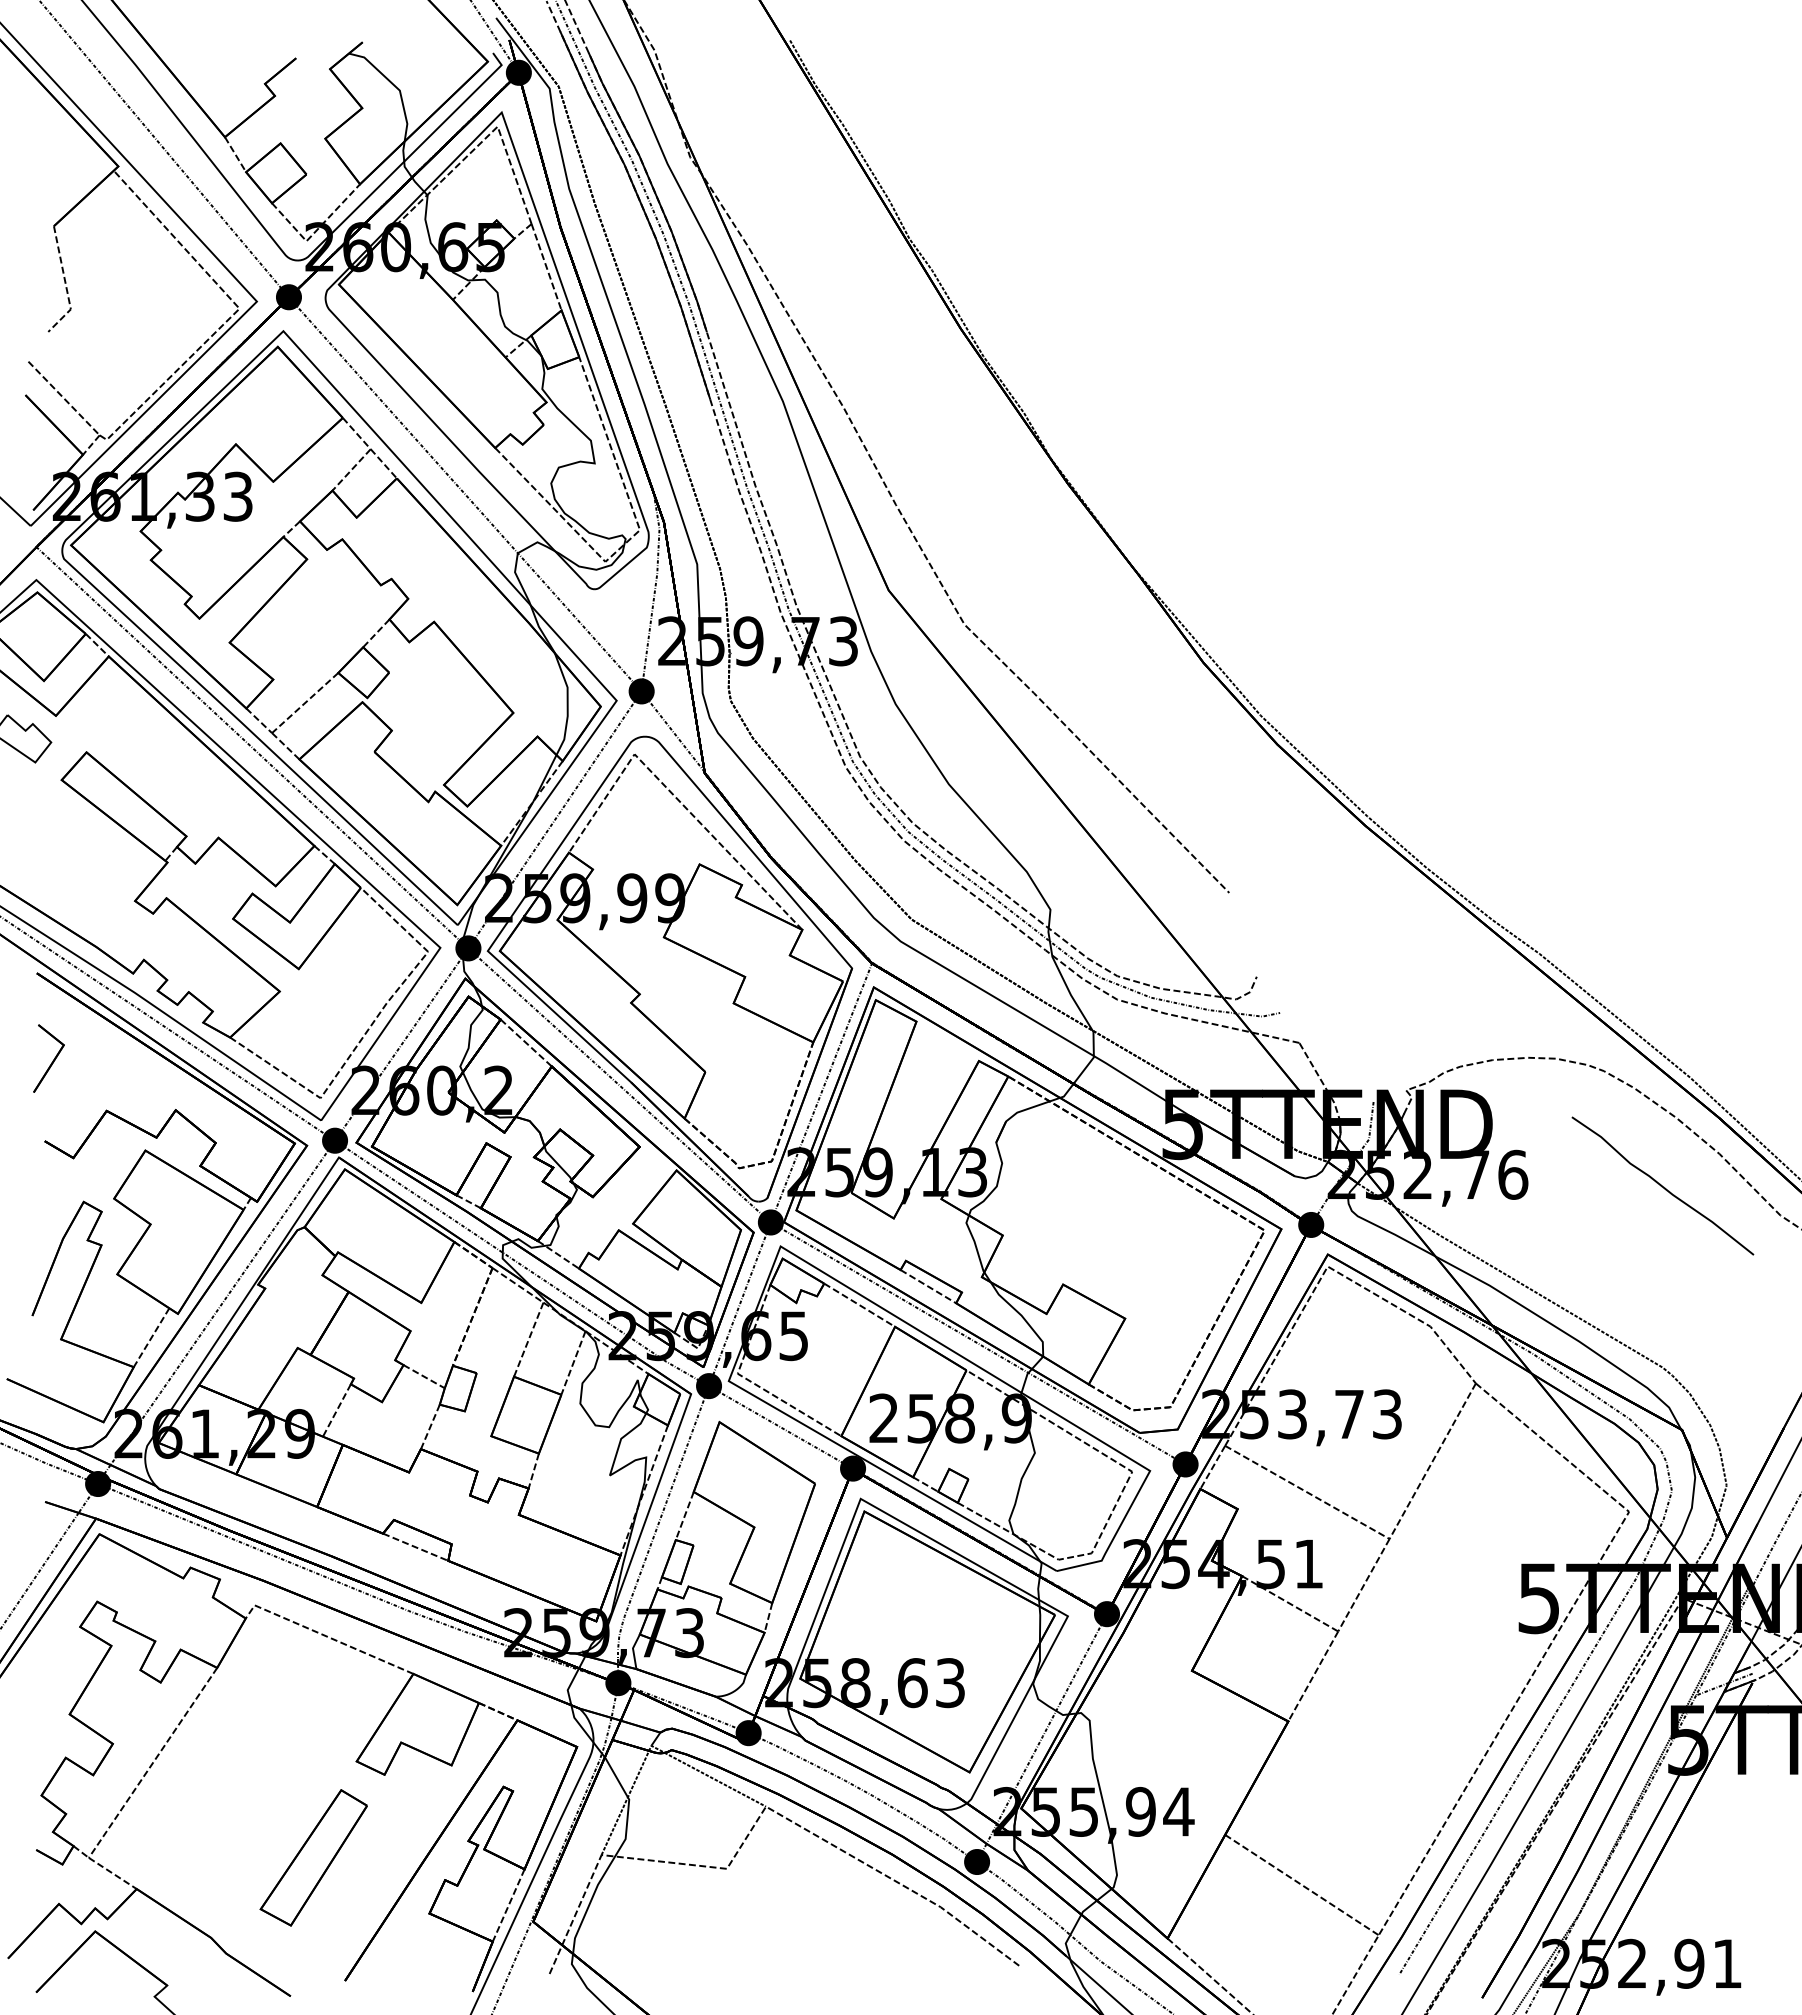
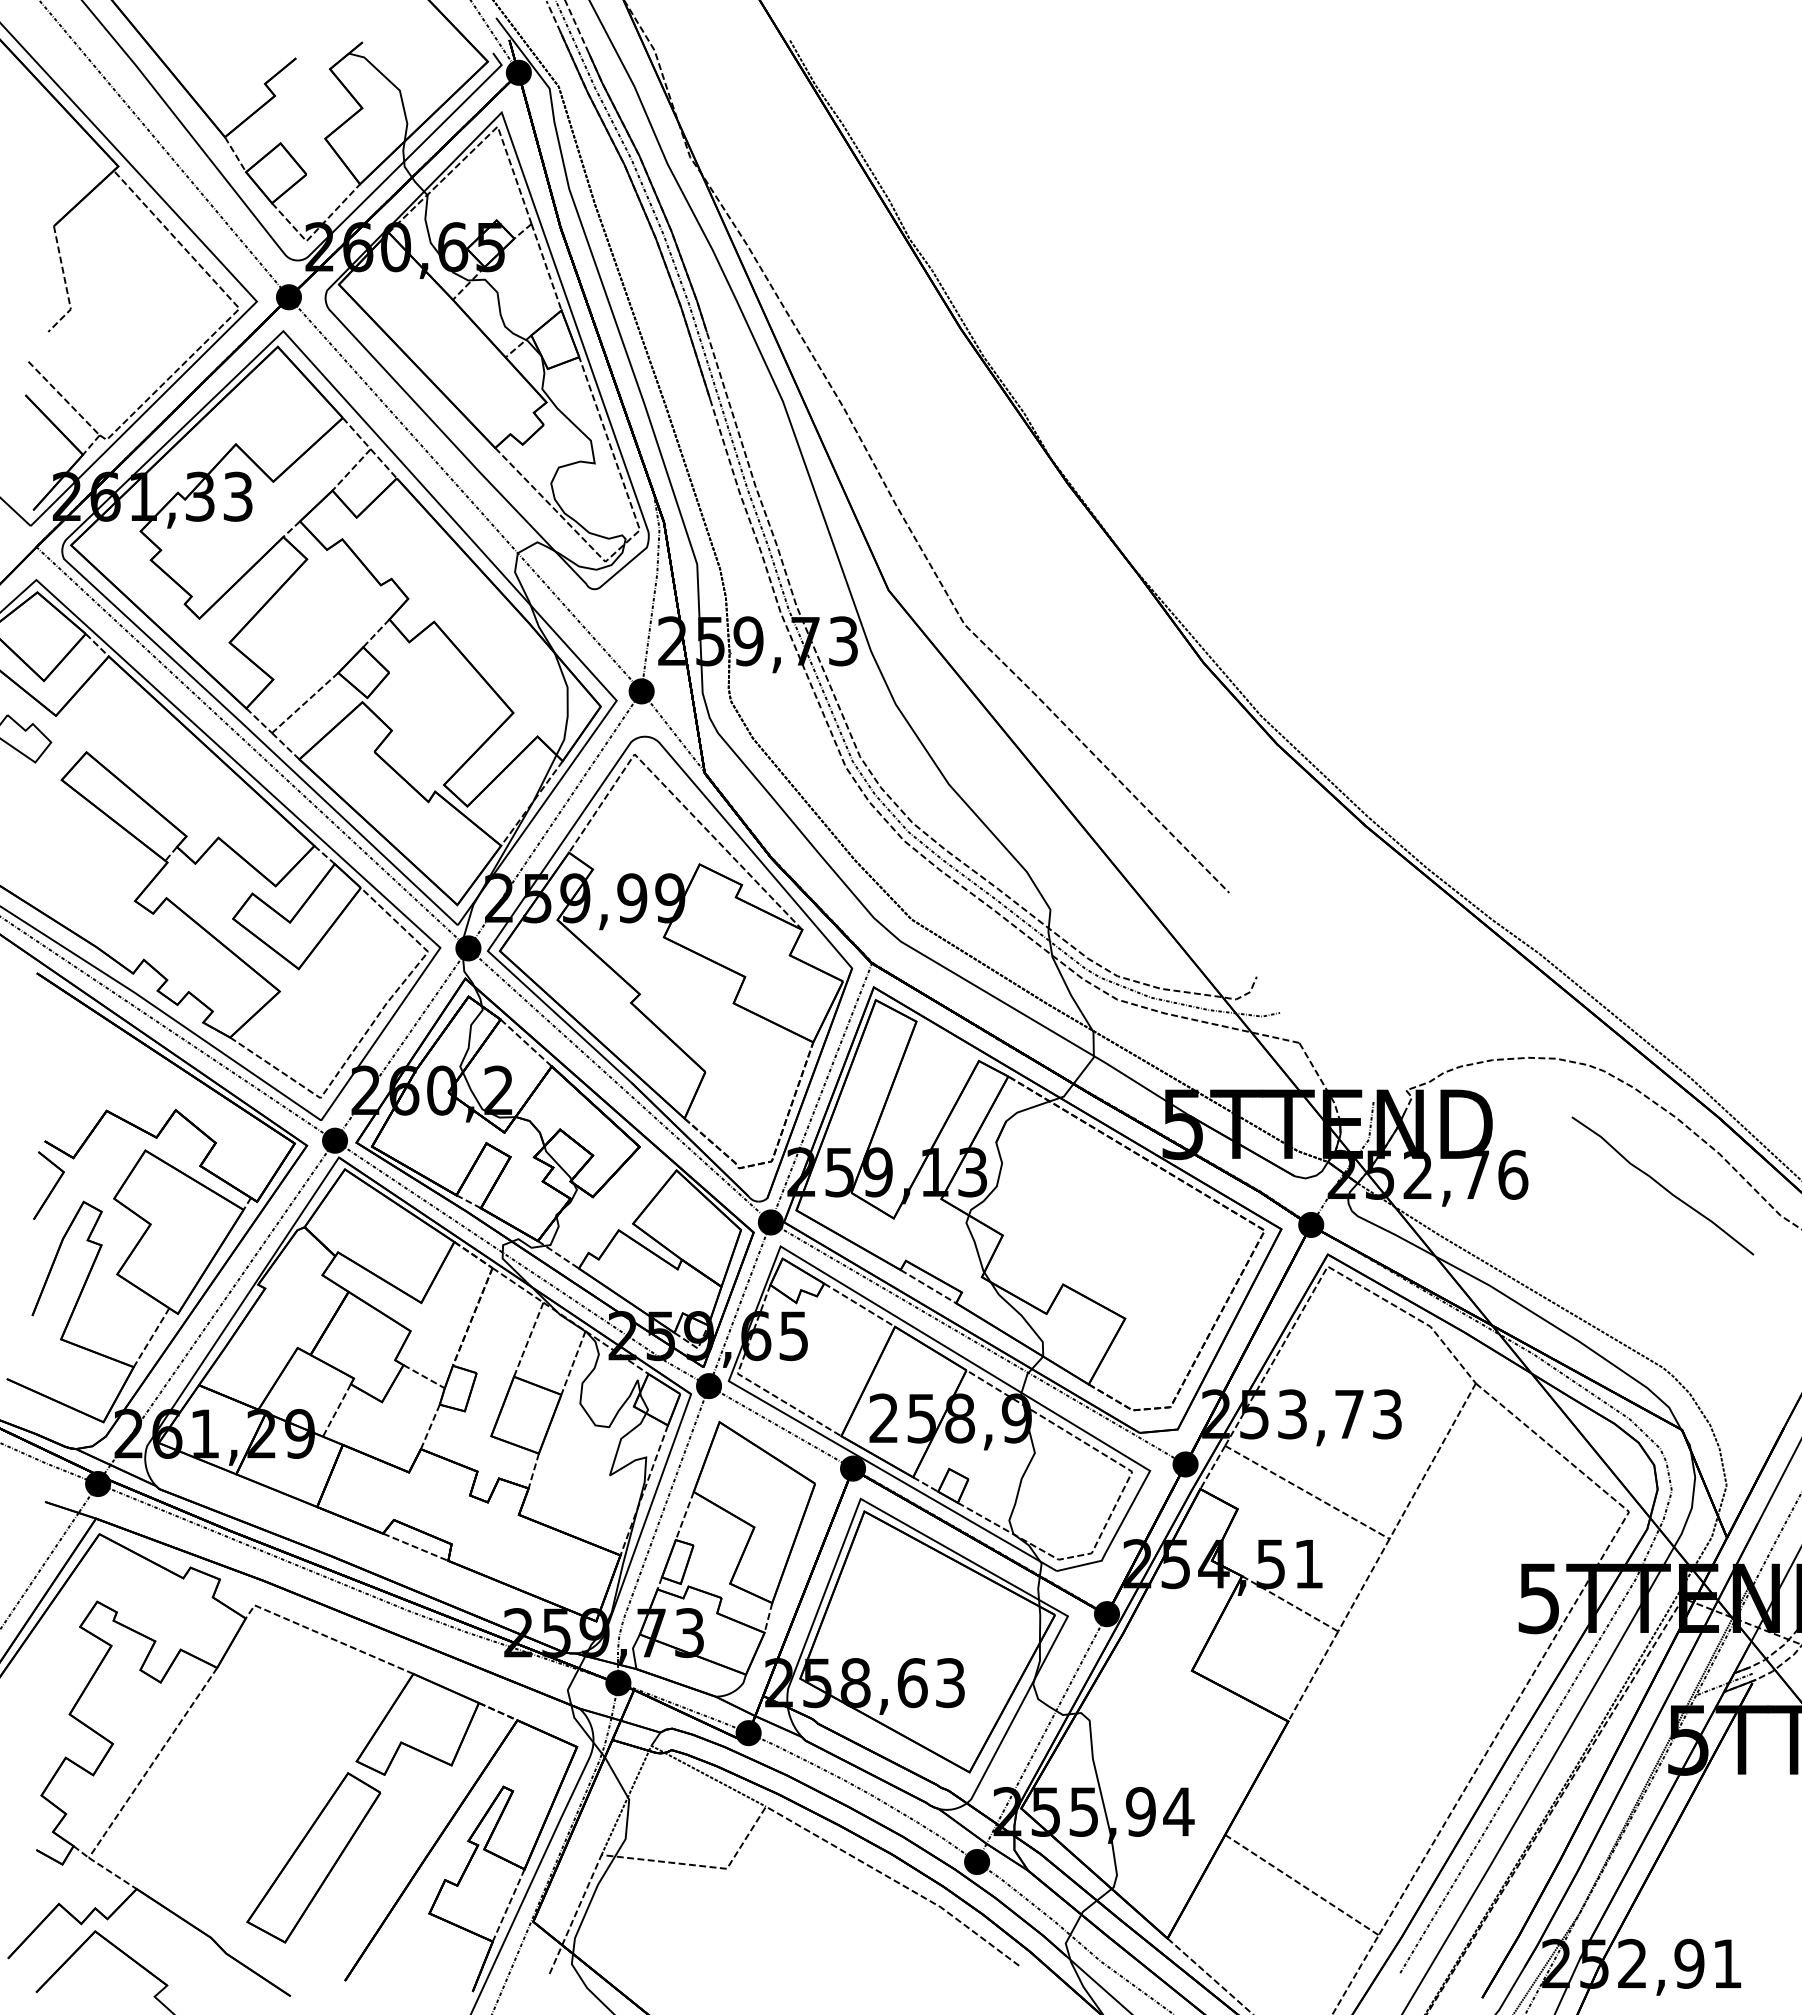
part at (48, 1058) position: (48, 1058) -> (48, 1185)
part at (313, 1857) size: 109x138 px -> 136x172 px
